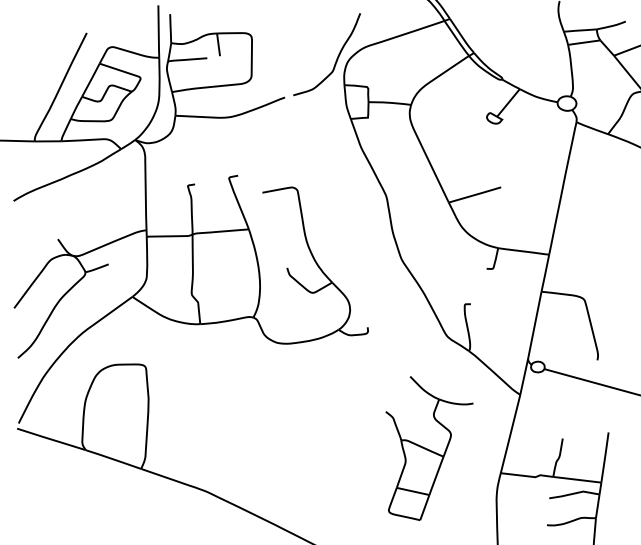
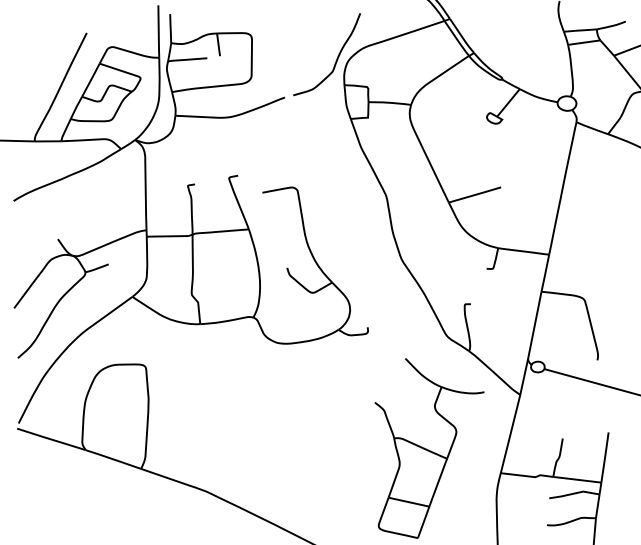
part at (429, 448) size: 89x145 px -> 111x181 px
